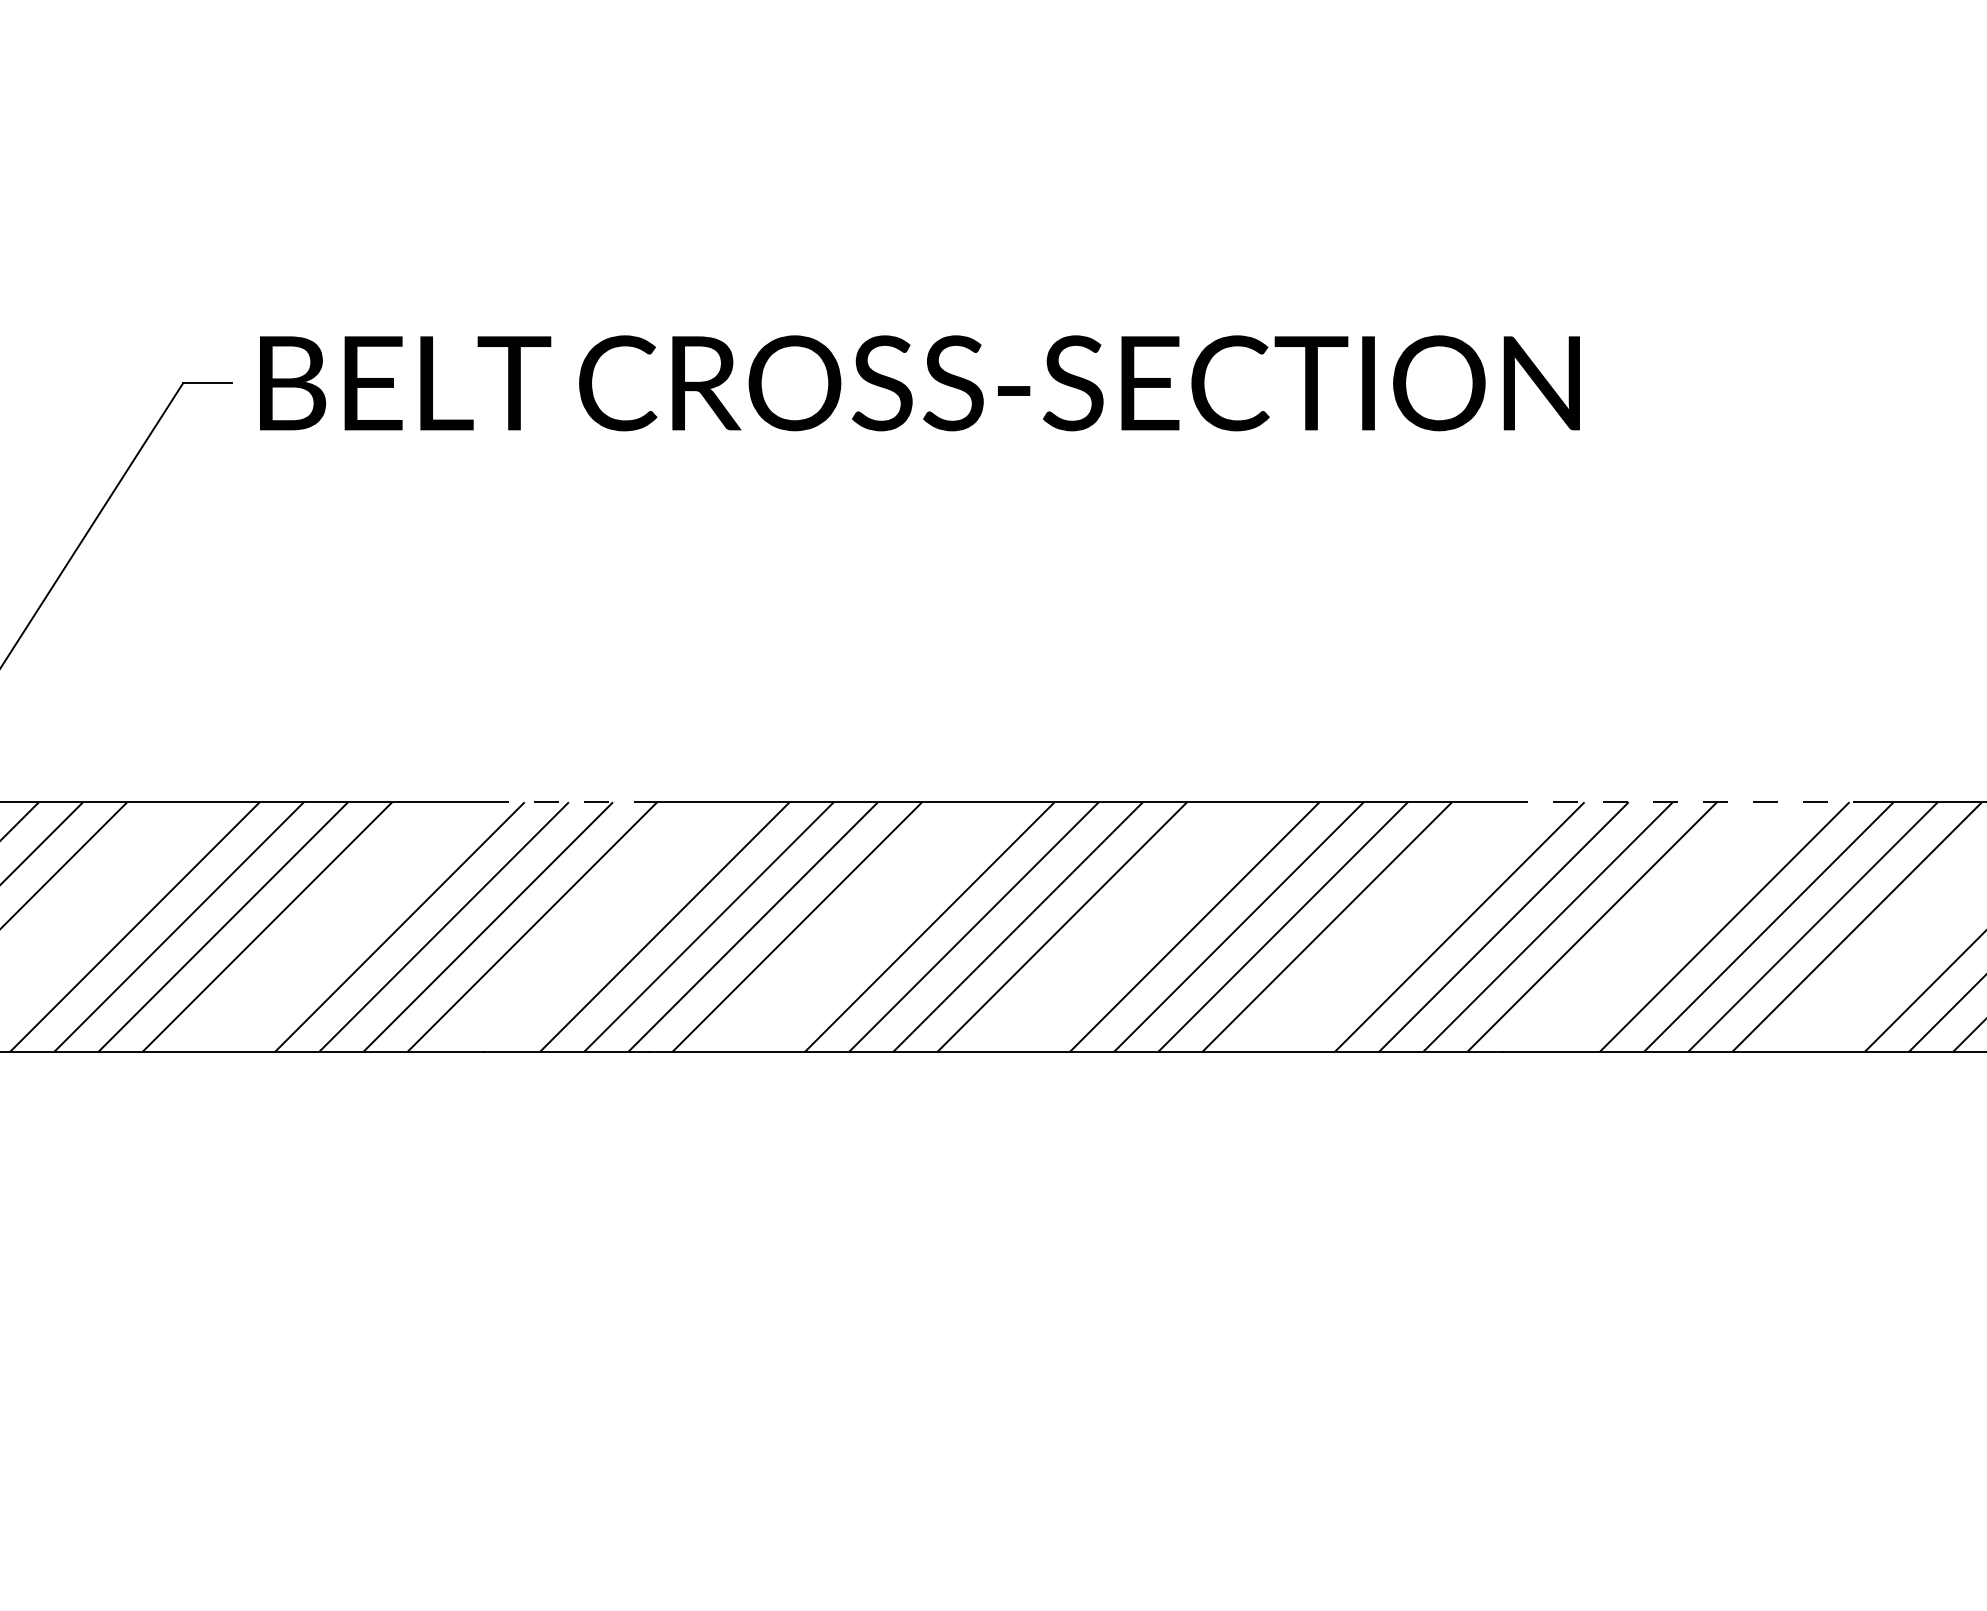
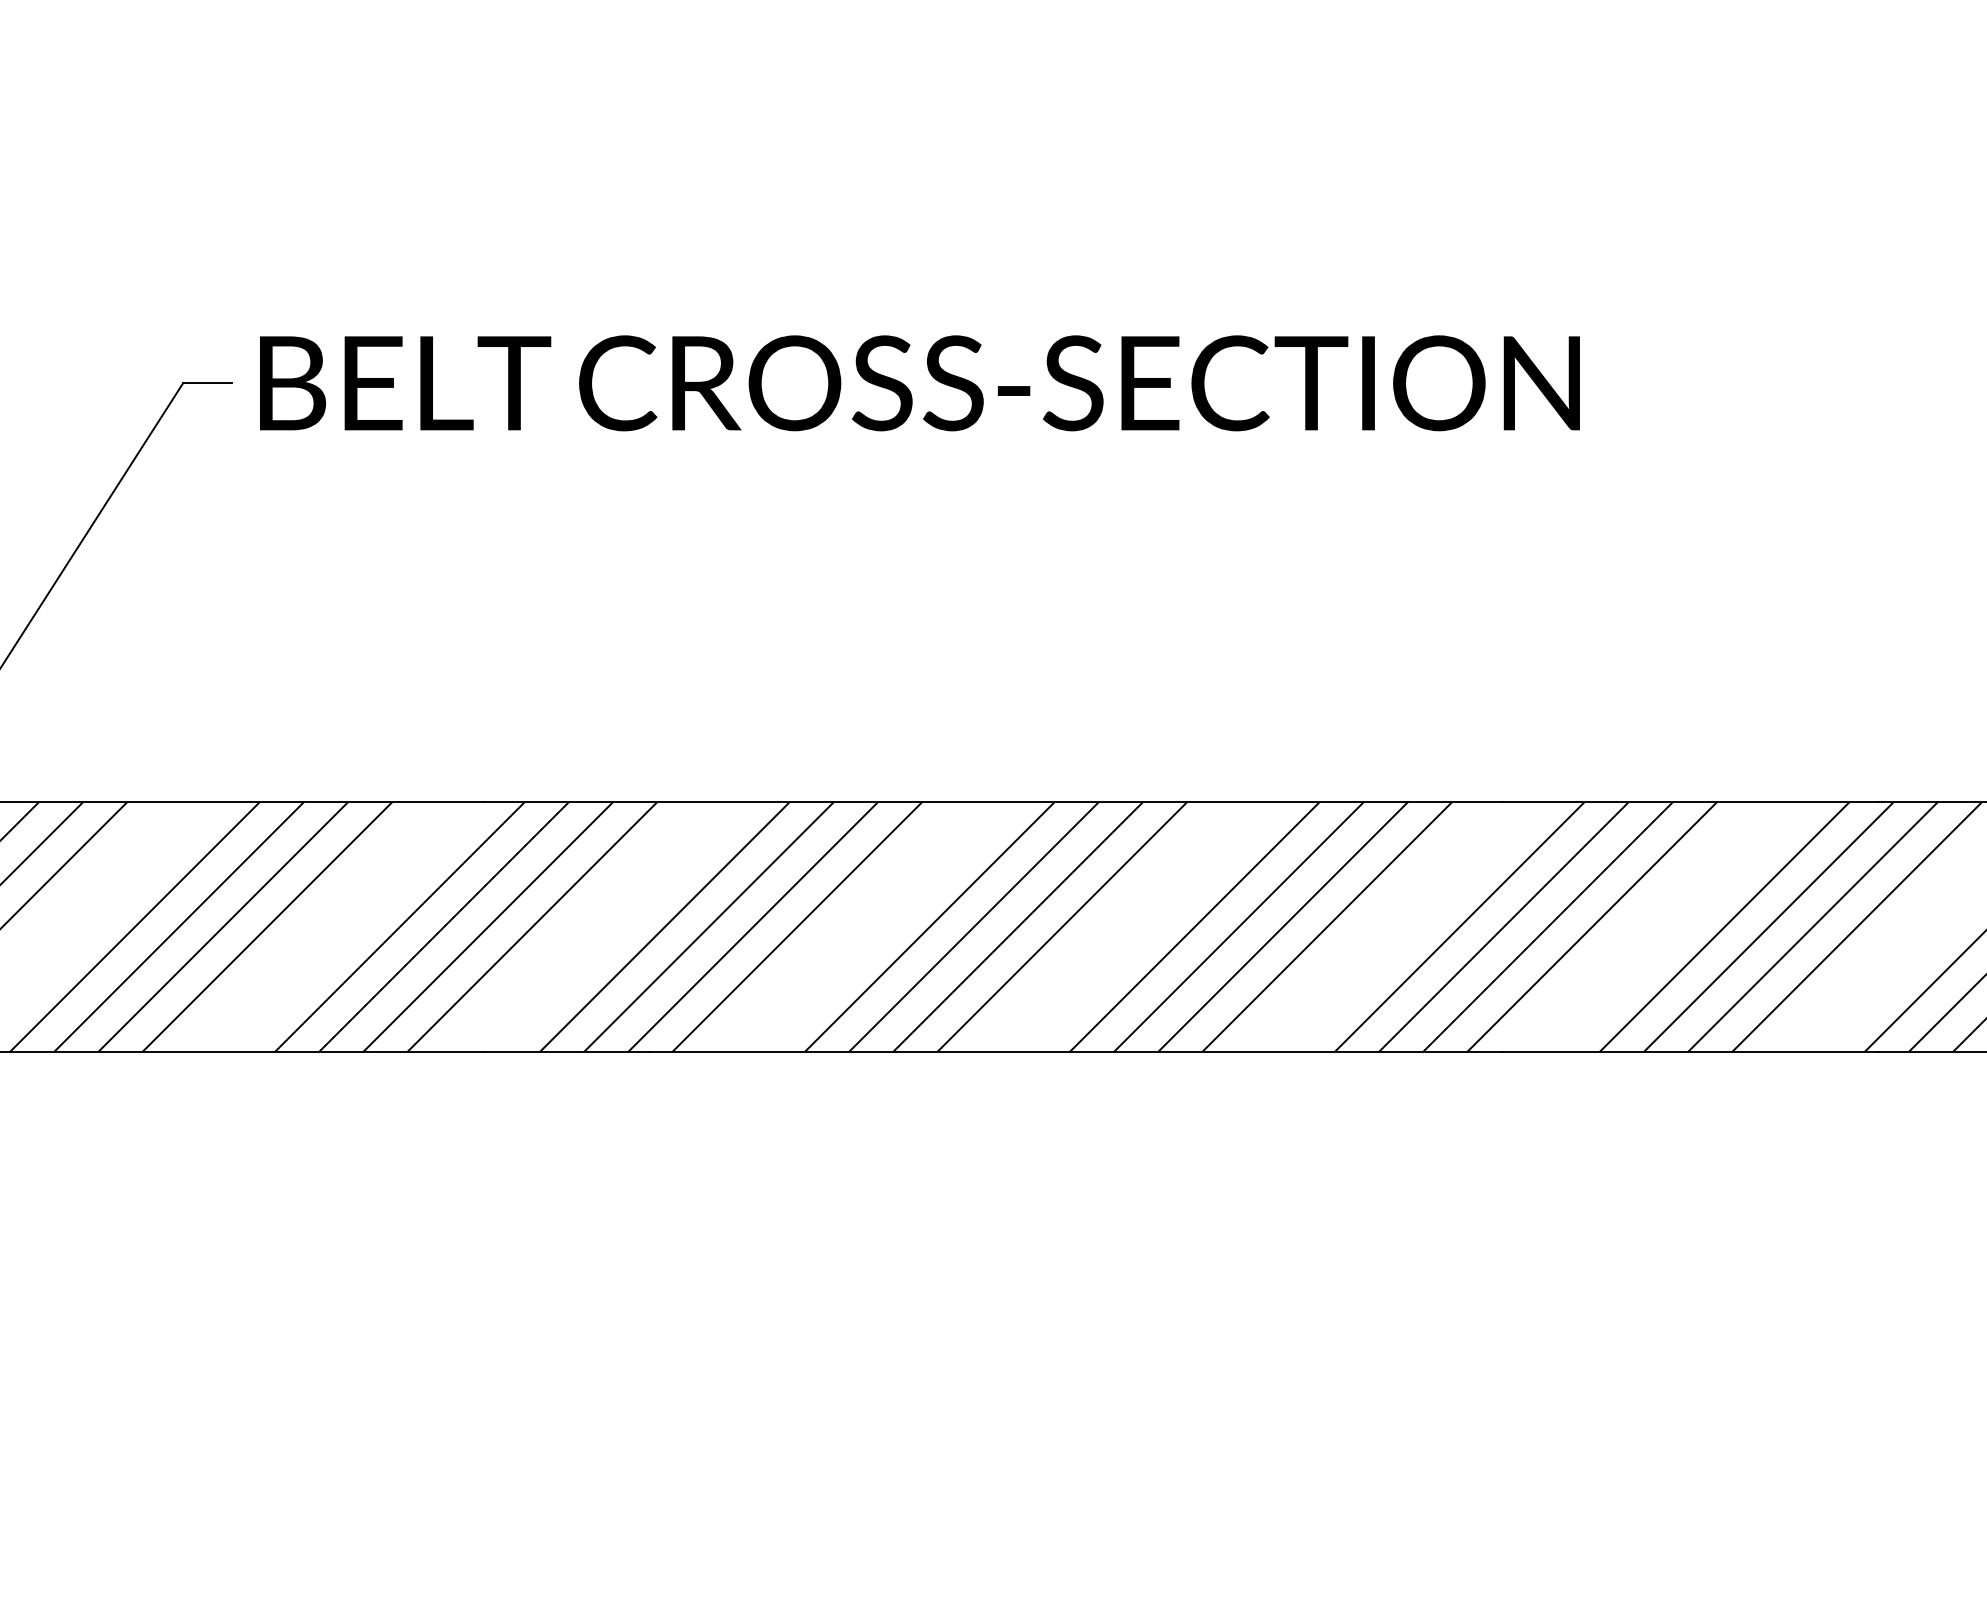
line at (566, 802): dashed -> solid
line at (1691, 802): dashed -> solid
